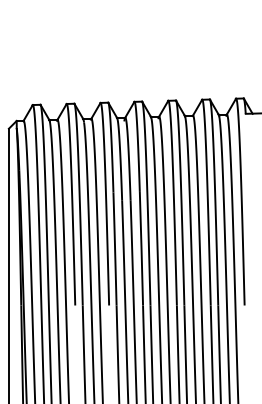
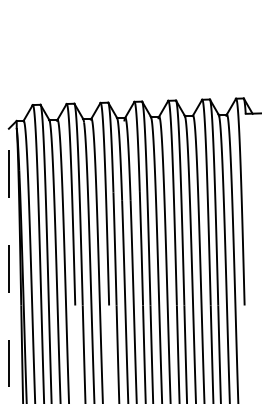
line at (8, 265): solid -> dashed
